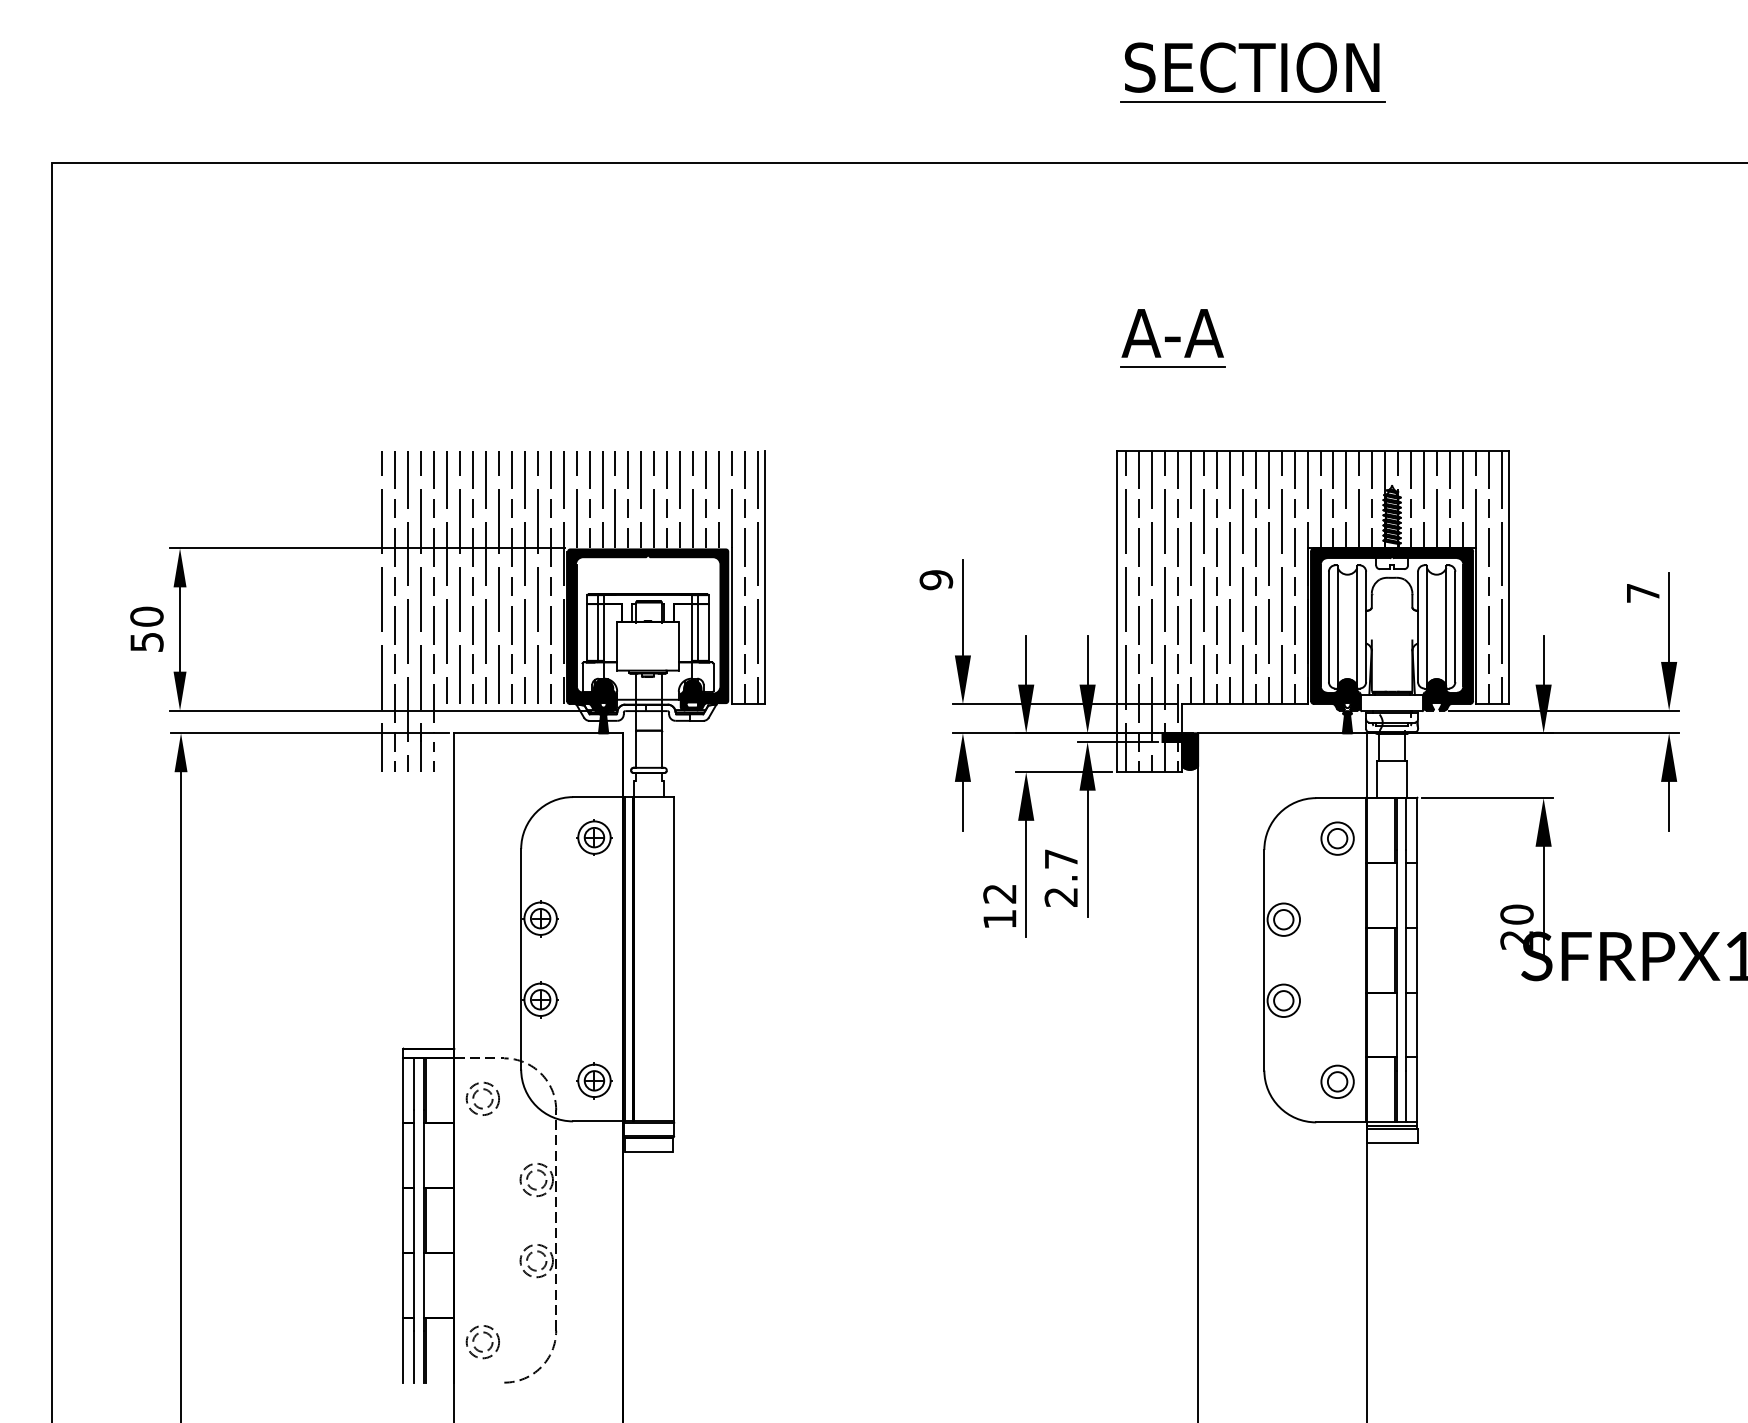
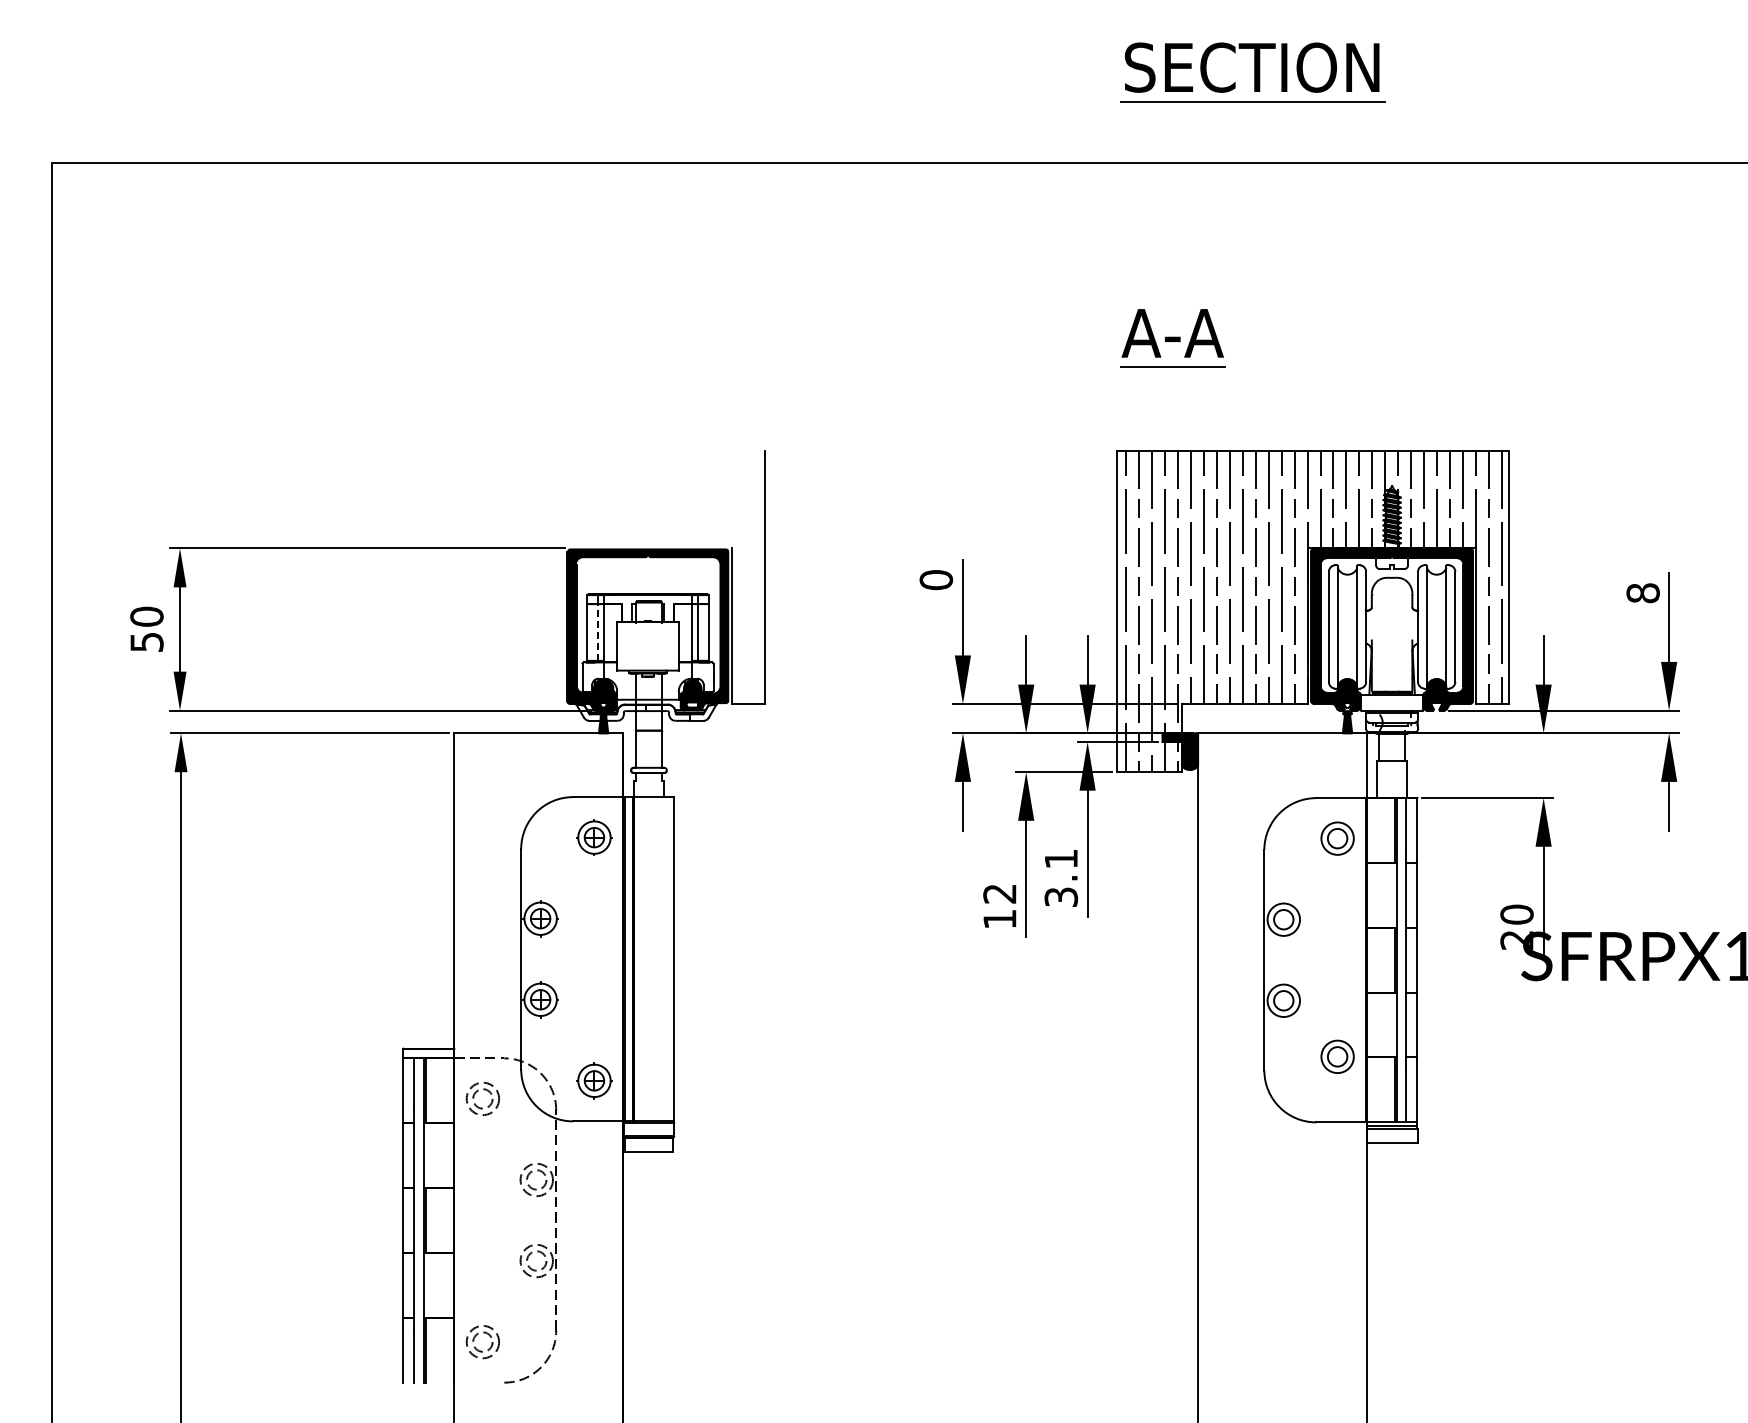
text at (936, 580): 9 -> 0
text at (1642, 593): 7 -> 8
hatch at (570, 611): present -> none
line at (597, 631): solid -> dashed
text at (1061, 877): 2.7 -> 3.1
part at (1337, 1081) position: (1337, 1081) -> (1337, 1056)
